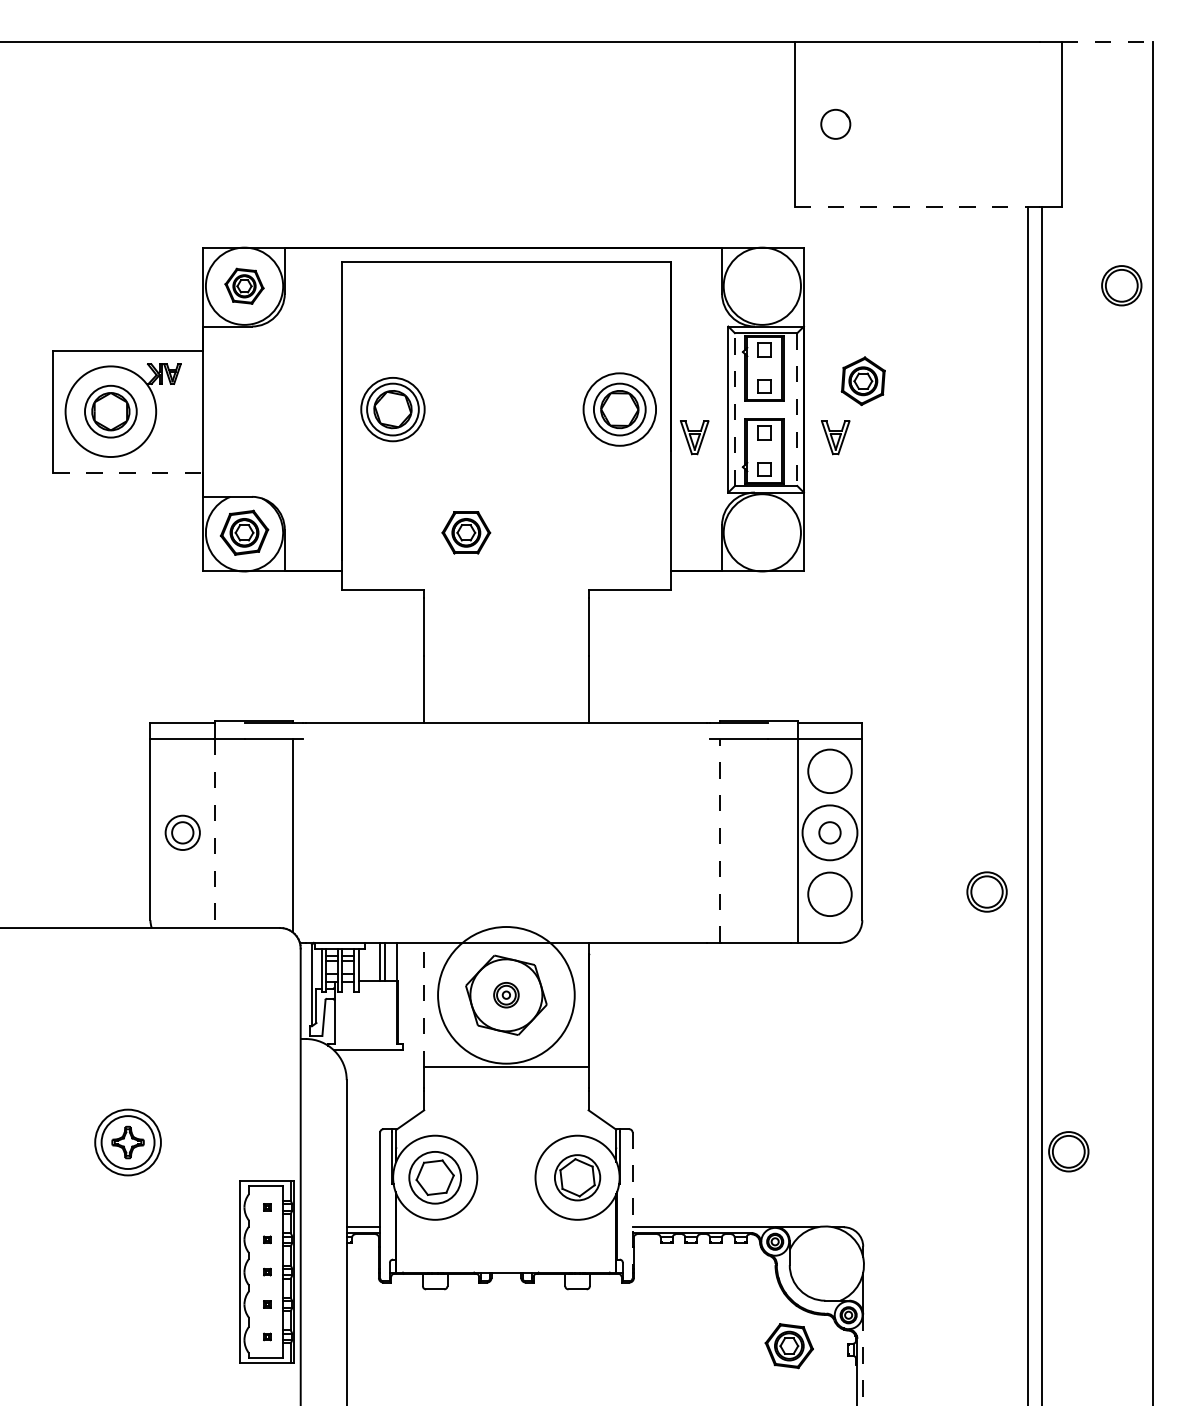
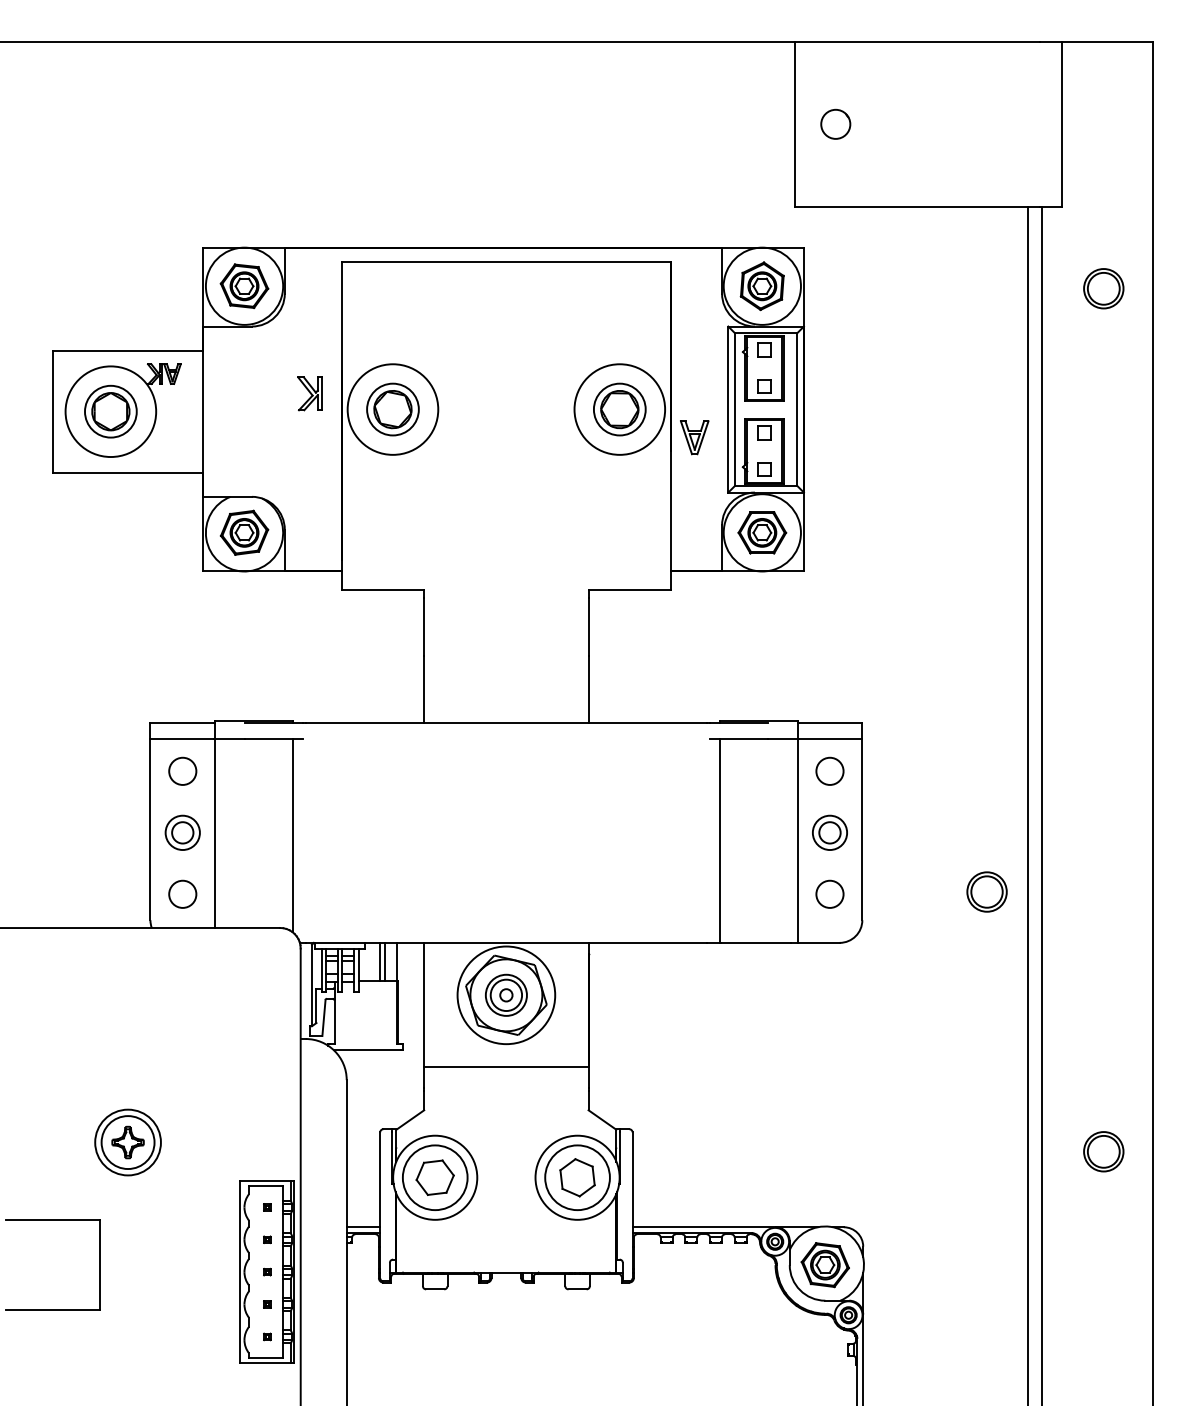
line at (1107, 42): dashed -> solid
line at (917, 206): dashed -> solid
part at (244, 285) size: 41x38 px -> 51x47 px
part at (1121, 285) position: (1121, 285) -> (1103, 288)
part at (862, 381) position: (862, 381) -> (761, 286)
part at (309, 393): none -> present
circle at (392, 409) diameter: 63 px -> 91 px
circle at (619, 409) diameter: 72 px -> 91 px
line at (734, 409): dashed -> solid
line at (797, 410): dashed -> solid
part at (835, 437): present -> none
line at (128, 472): dashed -> solid
part at (466, 532) position: (466, 532) -> (762, 532)
circle at (182, 770): none -> present
circle at (829, 771) diameter: 44 px -> 27 px
circle at (829, 832) diameter: 55 px -> 34 px
line at (215, 834): dashed -> solid
line at (719, 840): dashed -> solid
circle at (182, 893): none -> present
circle at (829, 894) diameter: 44 px -> 27 px
circle at (506, 994) diameter: 137 px -> 98 px
part at (506, 995) size: 27x27 px -> 43x44 px
line at (424, 1004): dashed -> solid
part at (1068, 1151) position: (1068, 1151) -> (1103, 1151)
circle at (435, 1177) diameter: 52 px -> 65 px
circle at (577, 1177) diameter: 45 px -> 65 px
line at (632, 1205): dashed -> solid
part at (52, 1220): none -> present
part at (788, 1346) position: (788, 1346) -> (824, 1265)
line at (863, 1360): dashed -> solid
